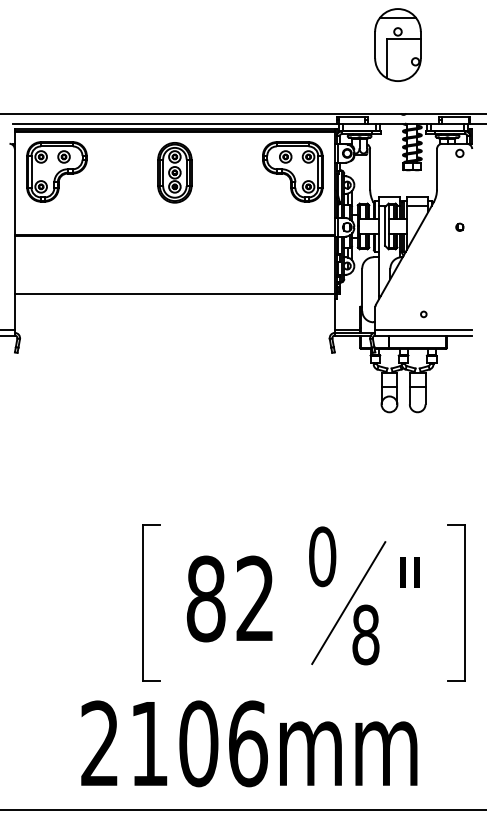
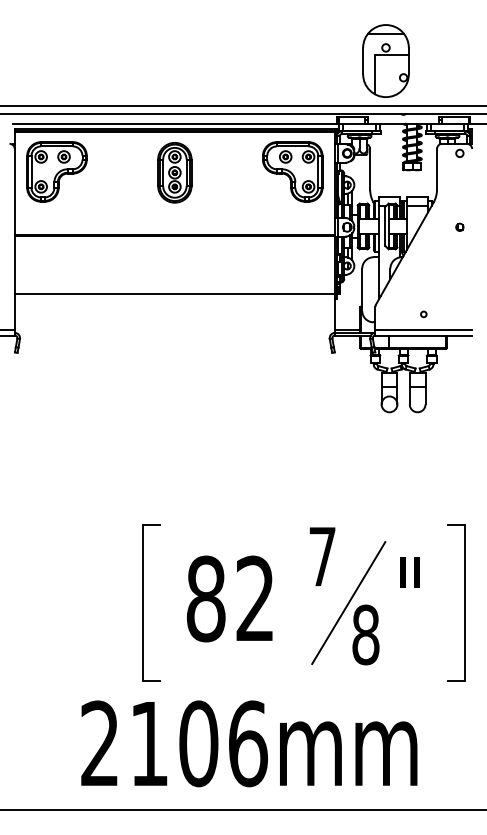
part at (397, 44) position: (397, 44) -> (385, 60)
line at (242, 106): none -> present
text at (322, 556): 0 -> 7
